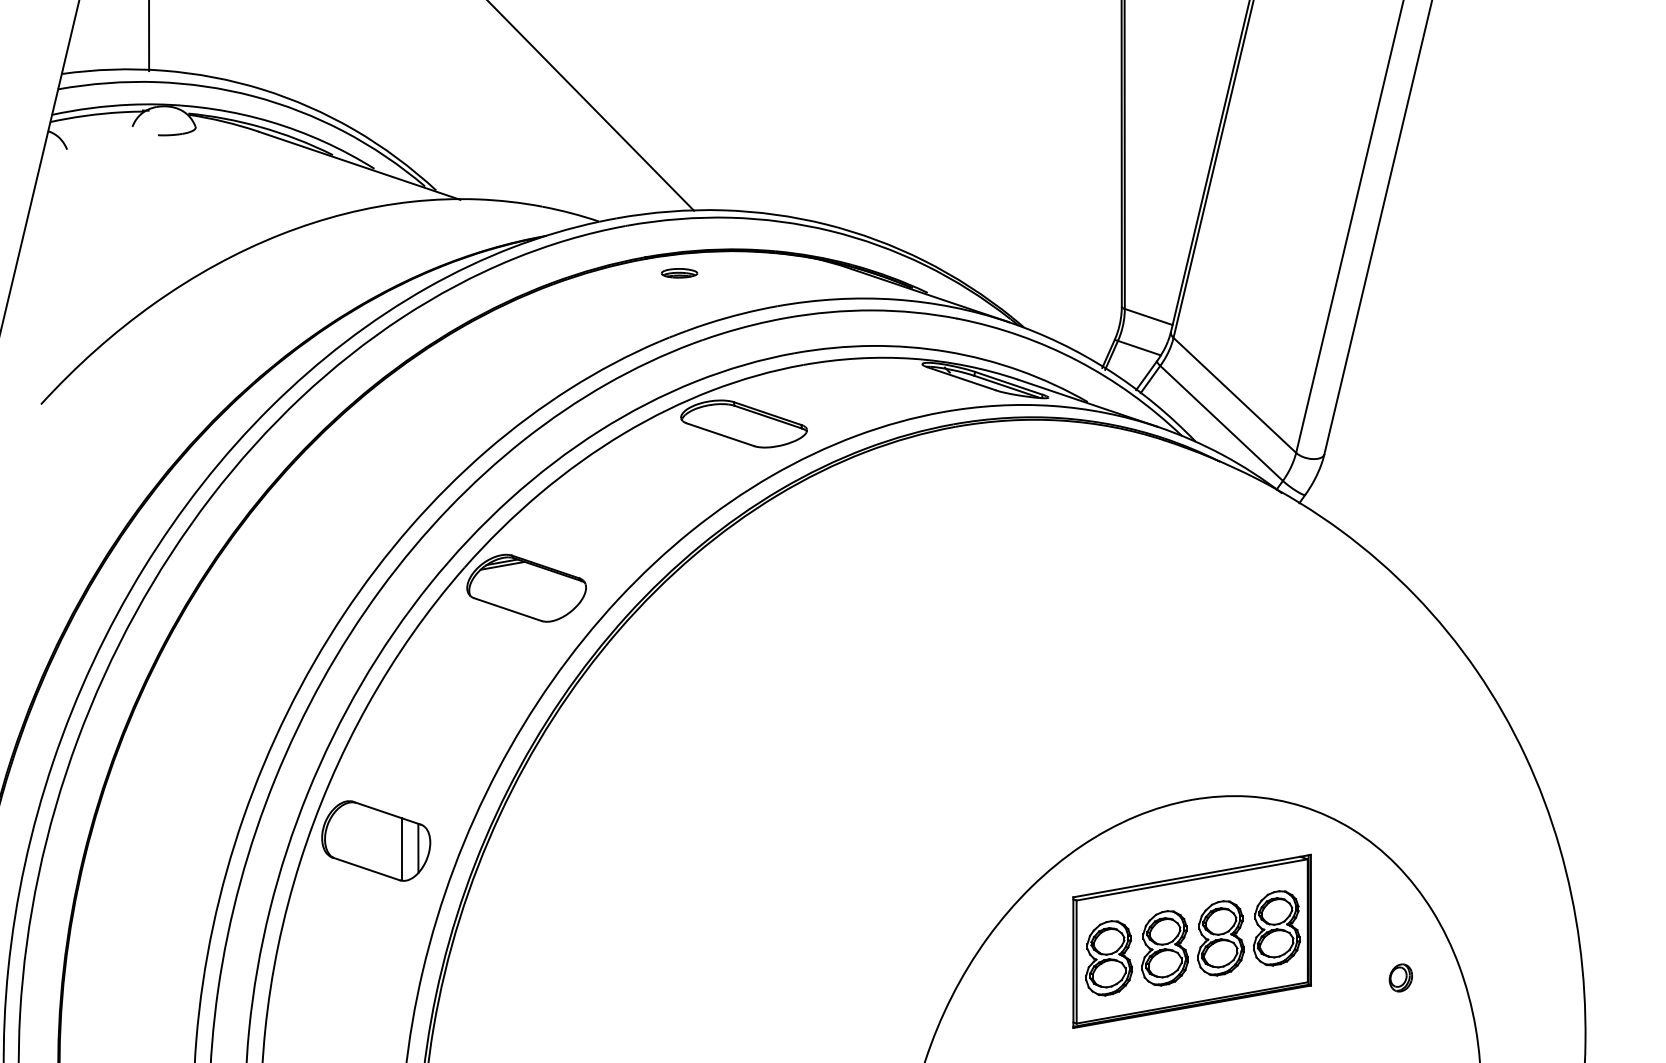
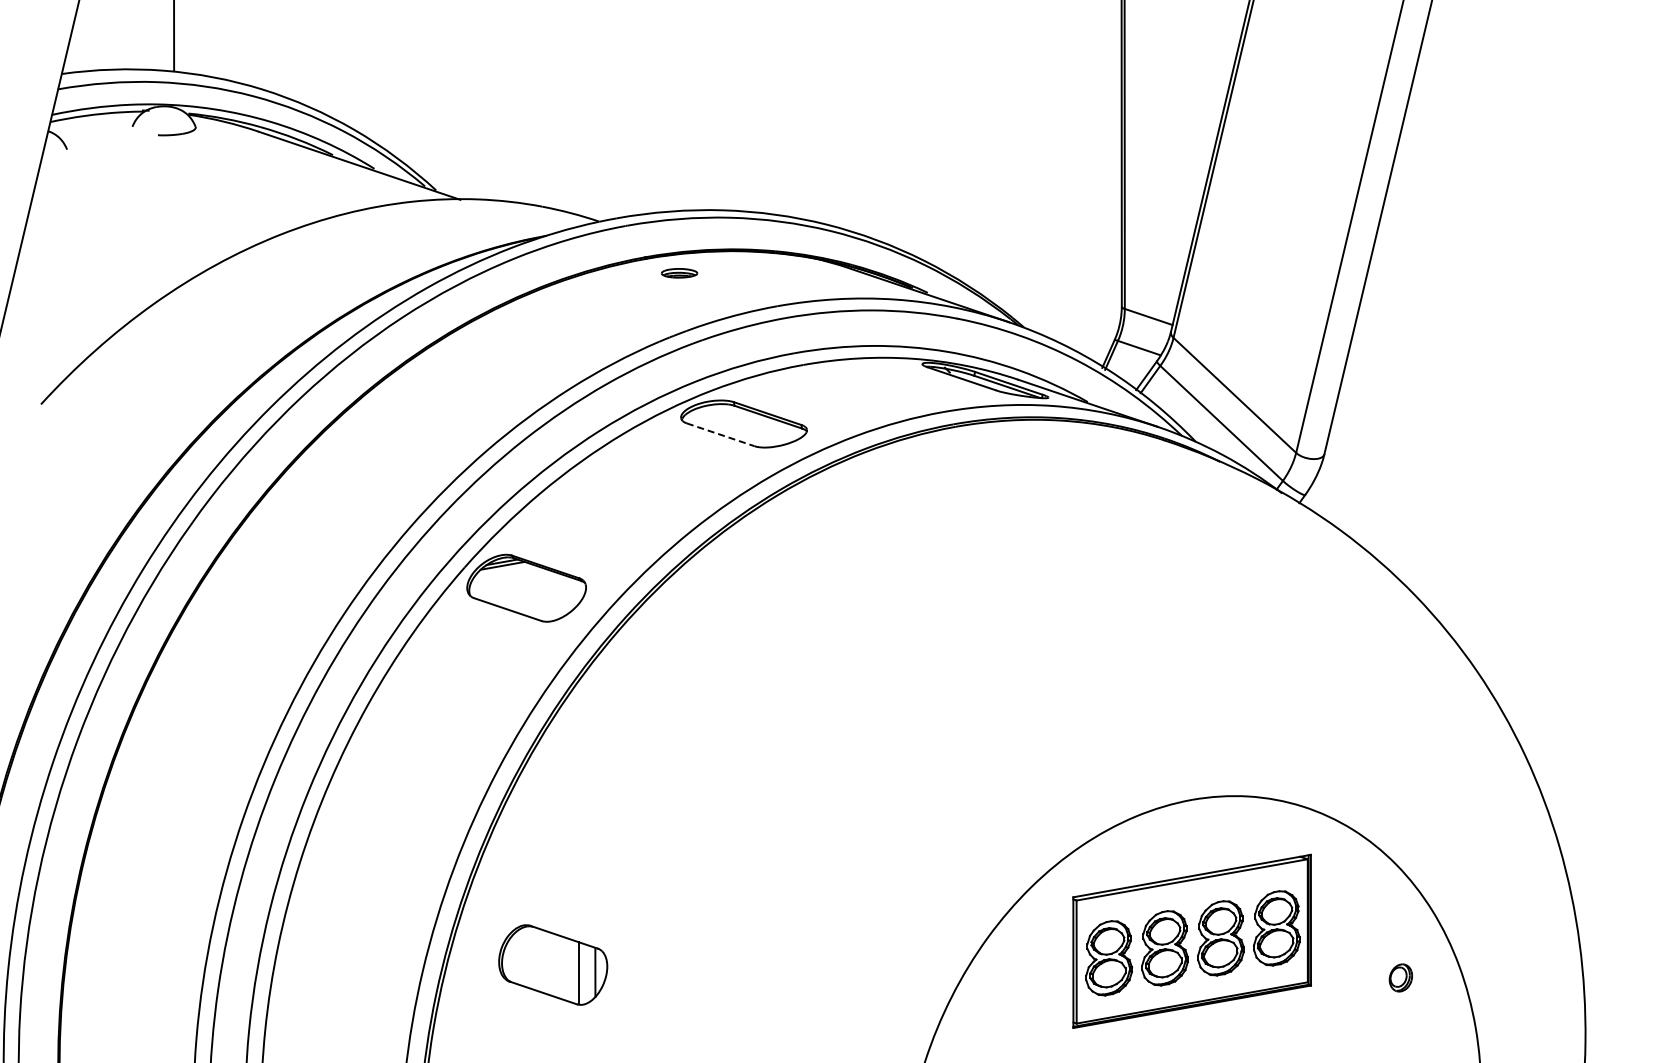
line at (149, 36) position: (149, 36) -> (174, 36)
line at (591, 106): present -> none
line at (720, 434): solid -> dashed
part at (376, 840) position: (376, 840) -> (553, 964)
